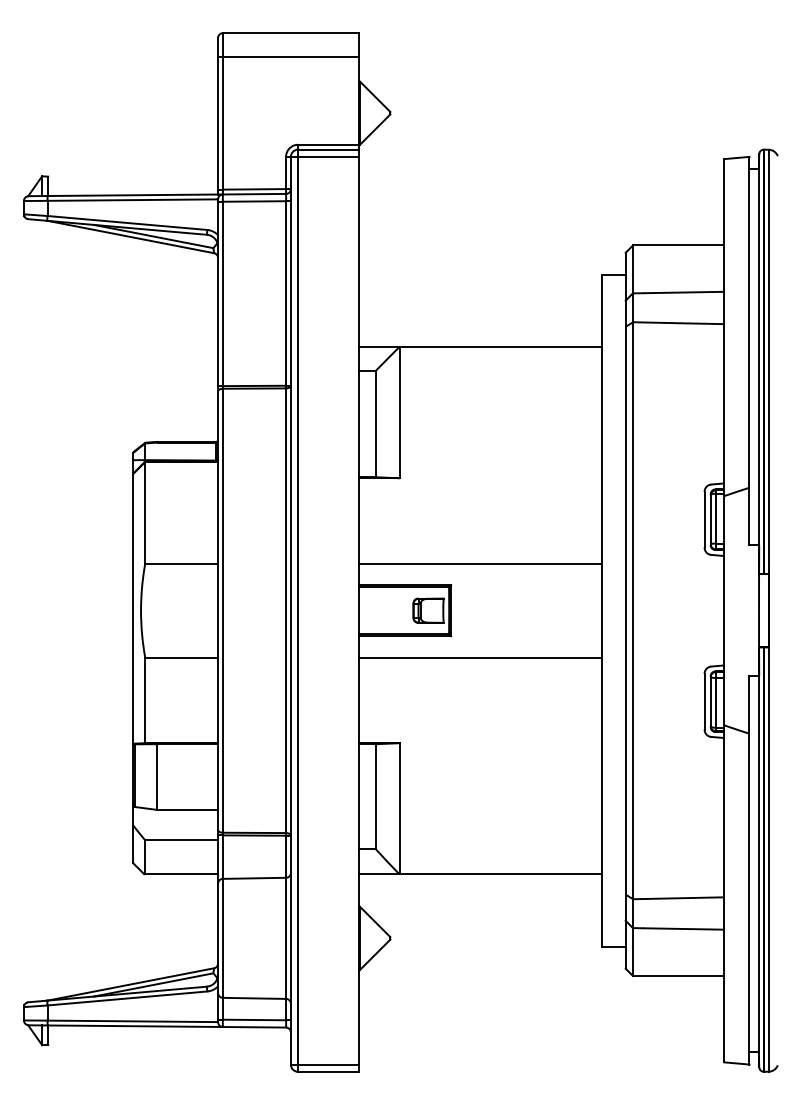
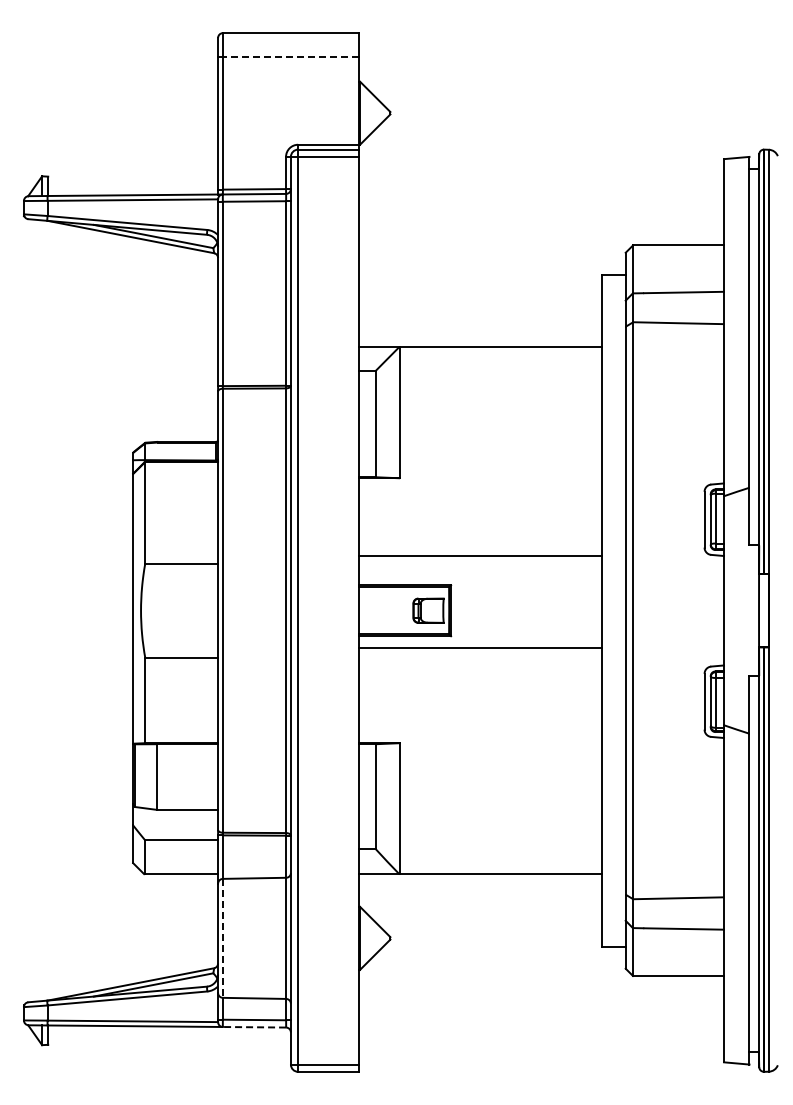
line at (290, 57): solid -> dashed
line at (479, 563) position: (479, 563) -> (479, 555)
line at (479, 657) position: (479, 657) -> (479, 647)
line at (222, 938): solid -> dashed
line at (254, 1027): solid -> dashed
